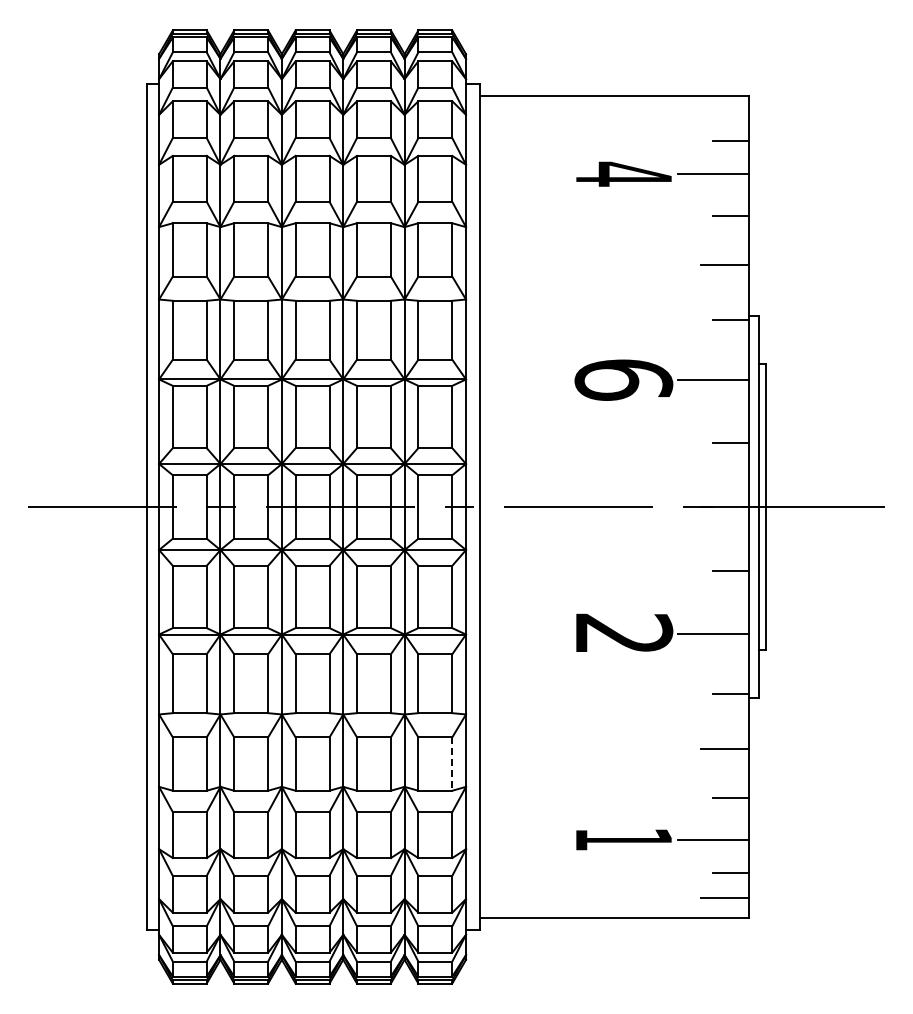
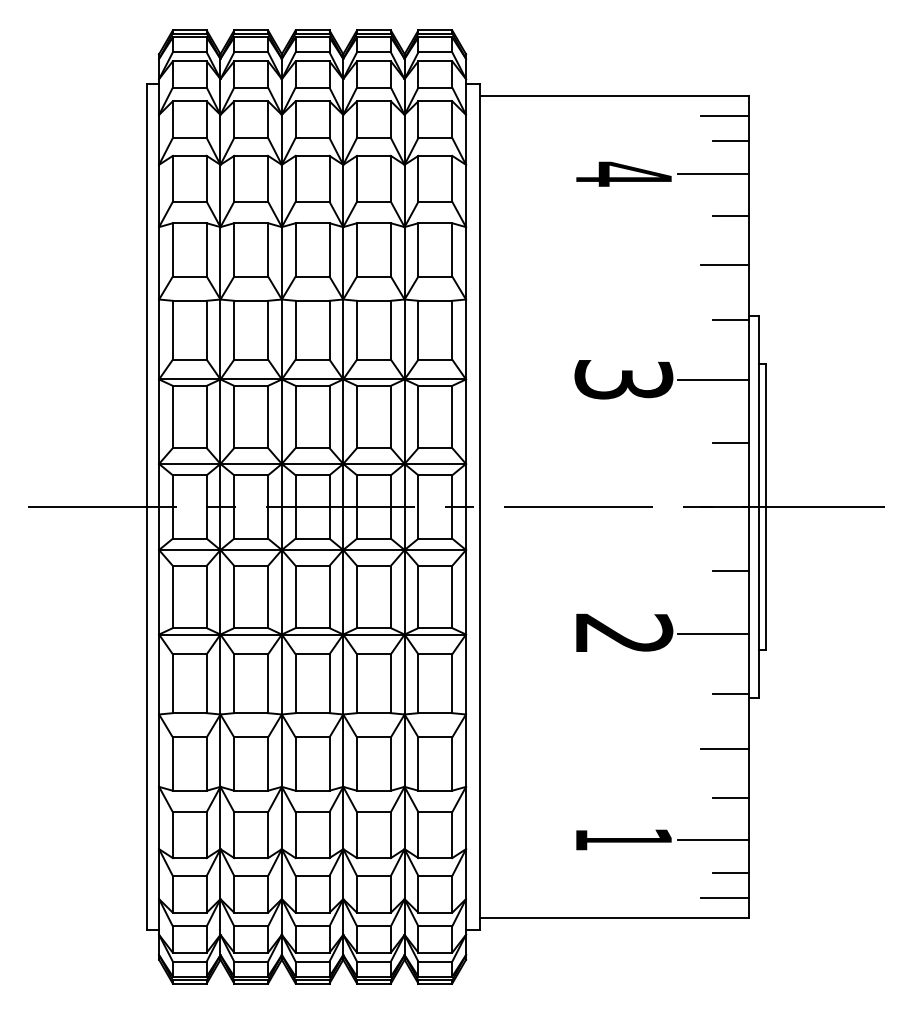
line at (725, 116): none -> present
text at (623, 379): 6 -> 3
line at (452, 764): dashed -> solid
